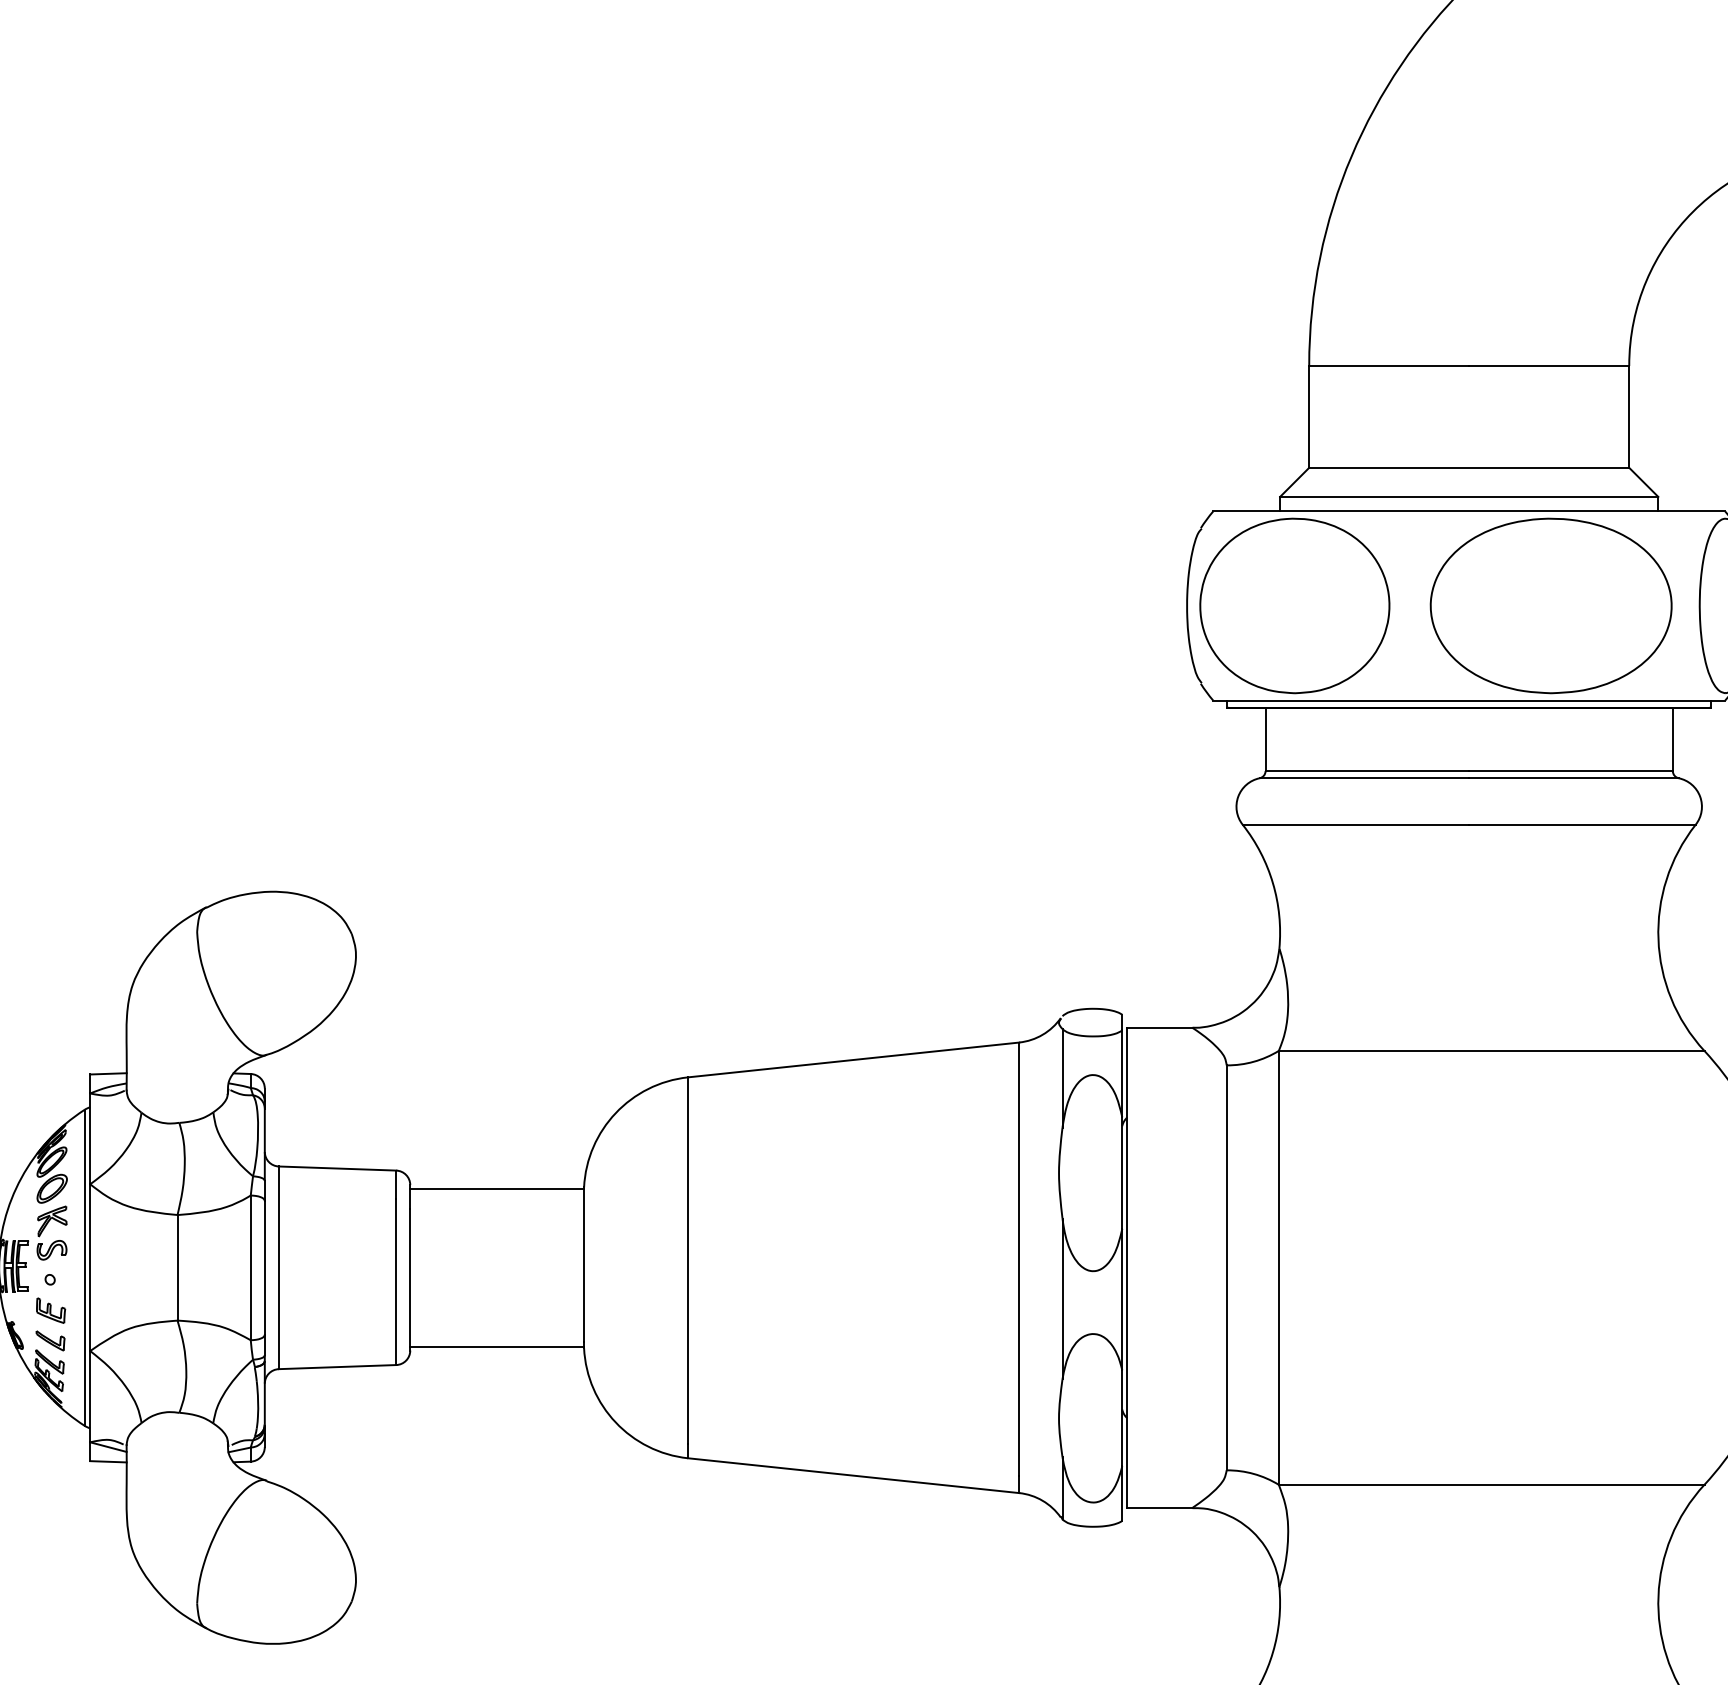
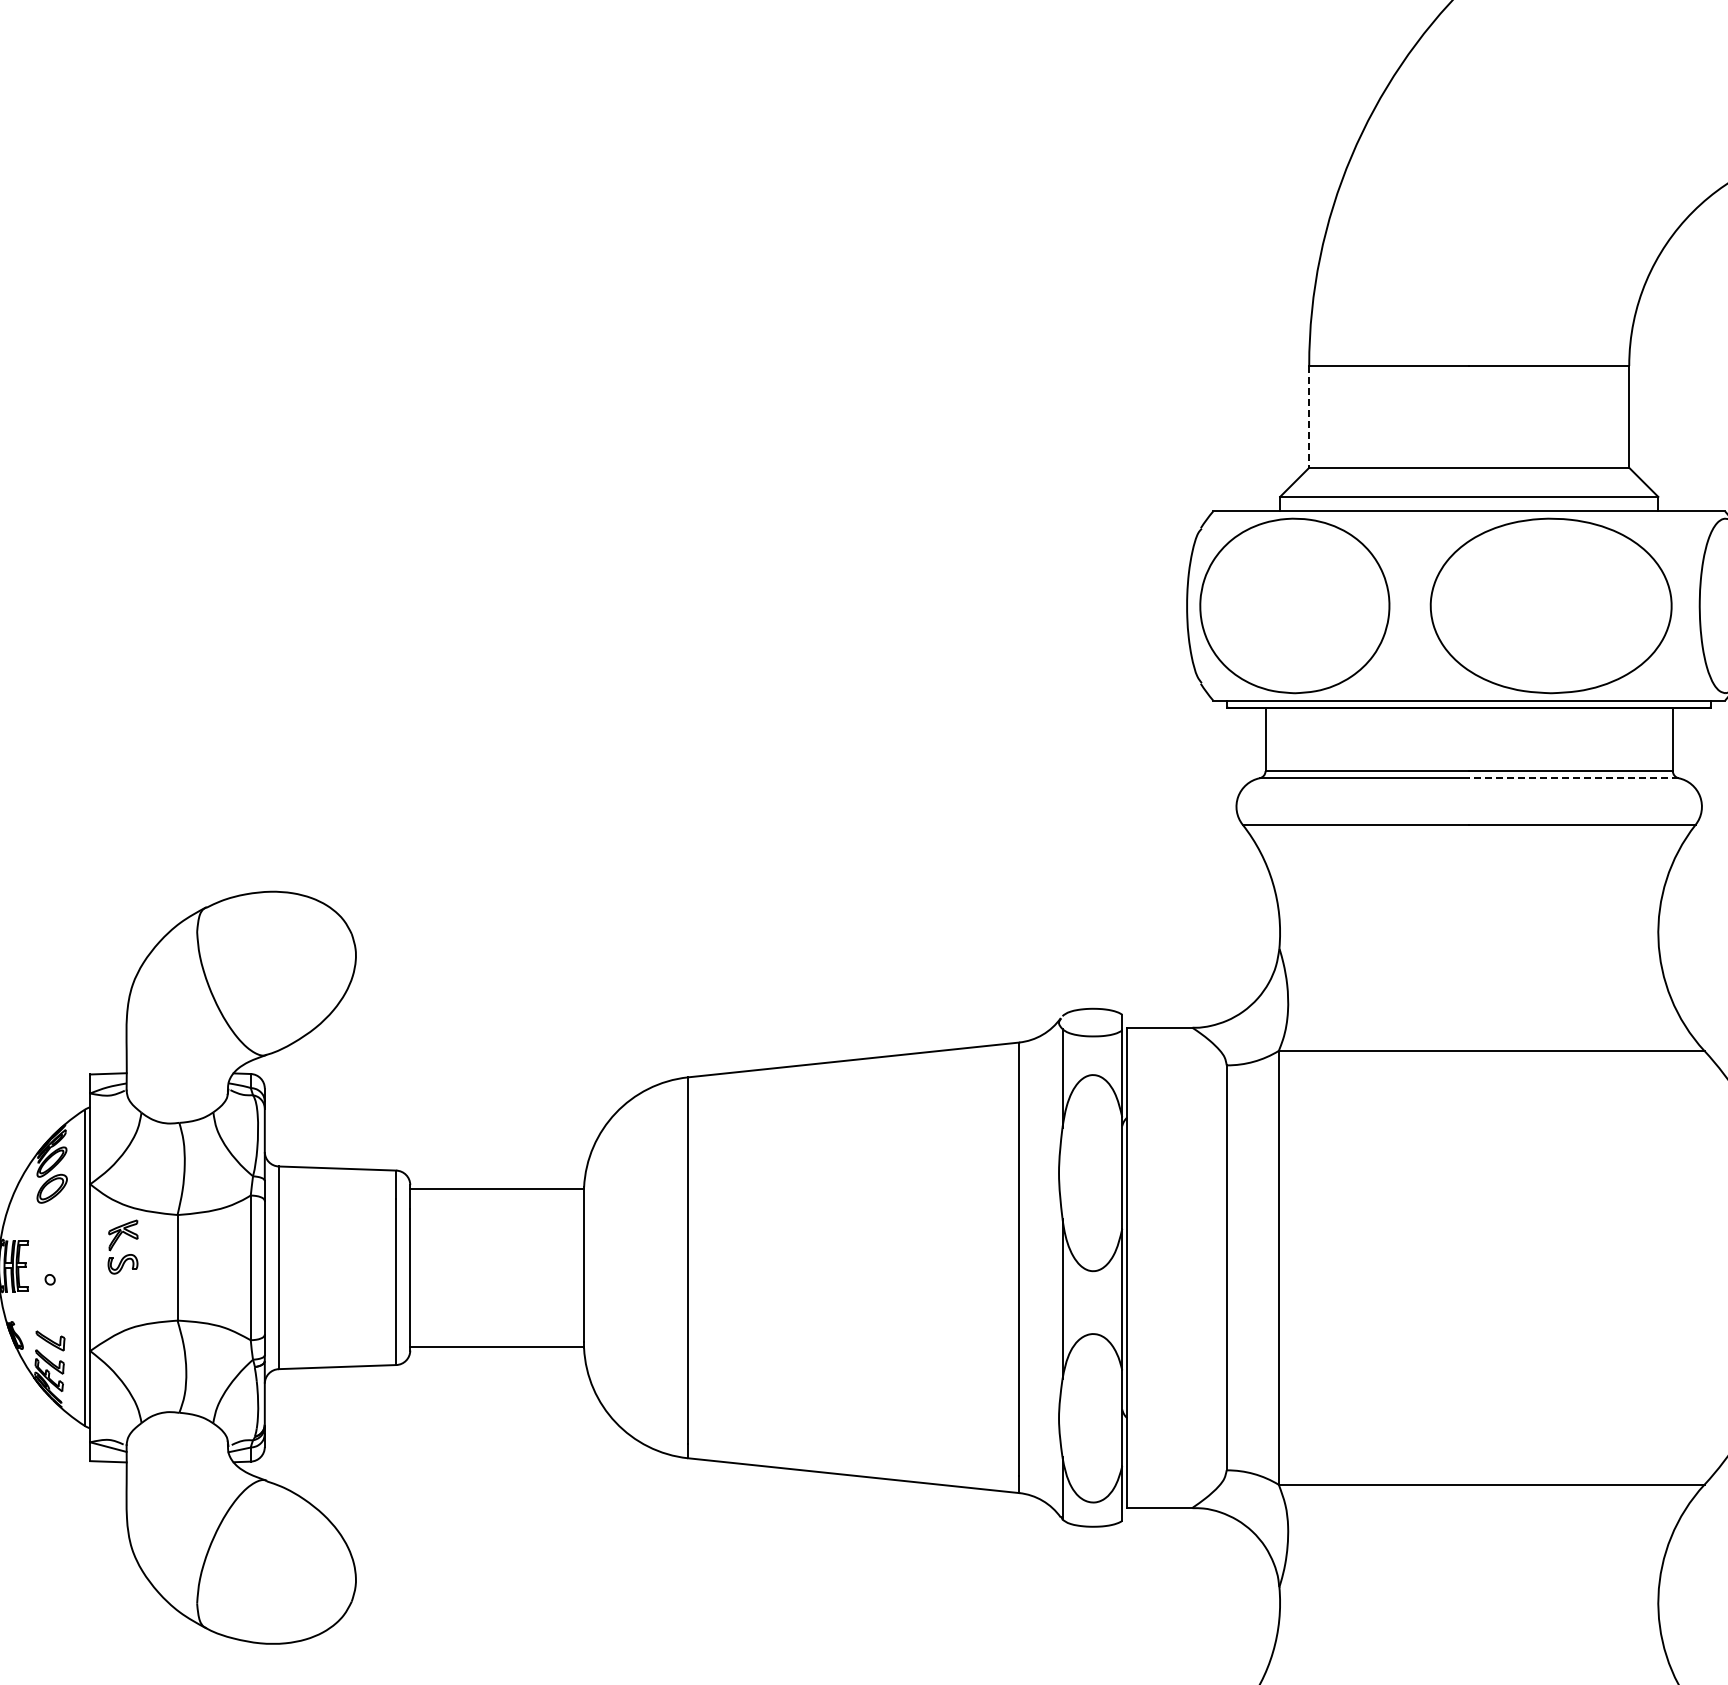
line at (1309, 416): solid -> dashed
line at (1573, 778): solid -> dashed
part at (44, 1229) position: (44, 1229) -> (115, 1243)
part at (51, 1310): present -> none
